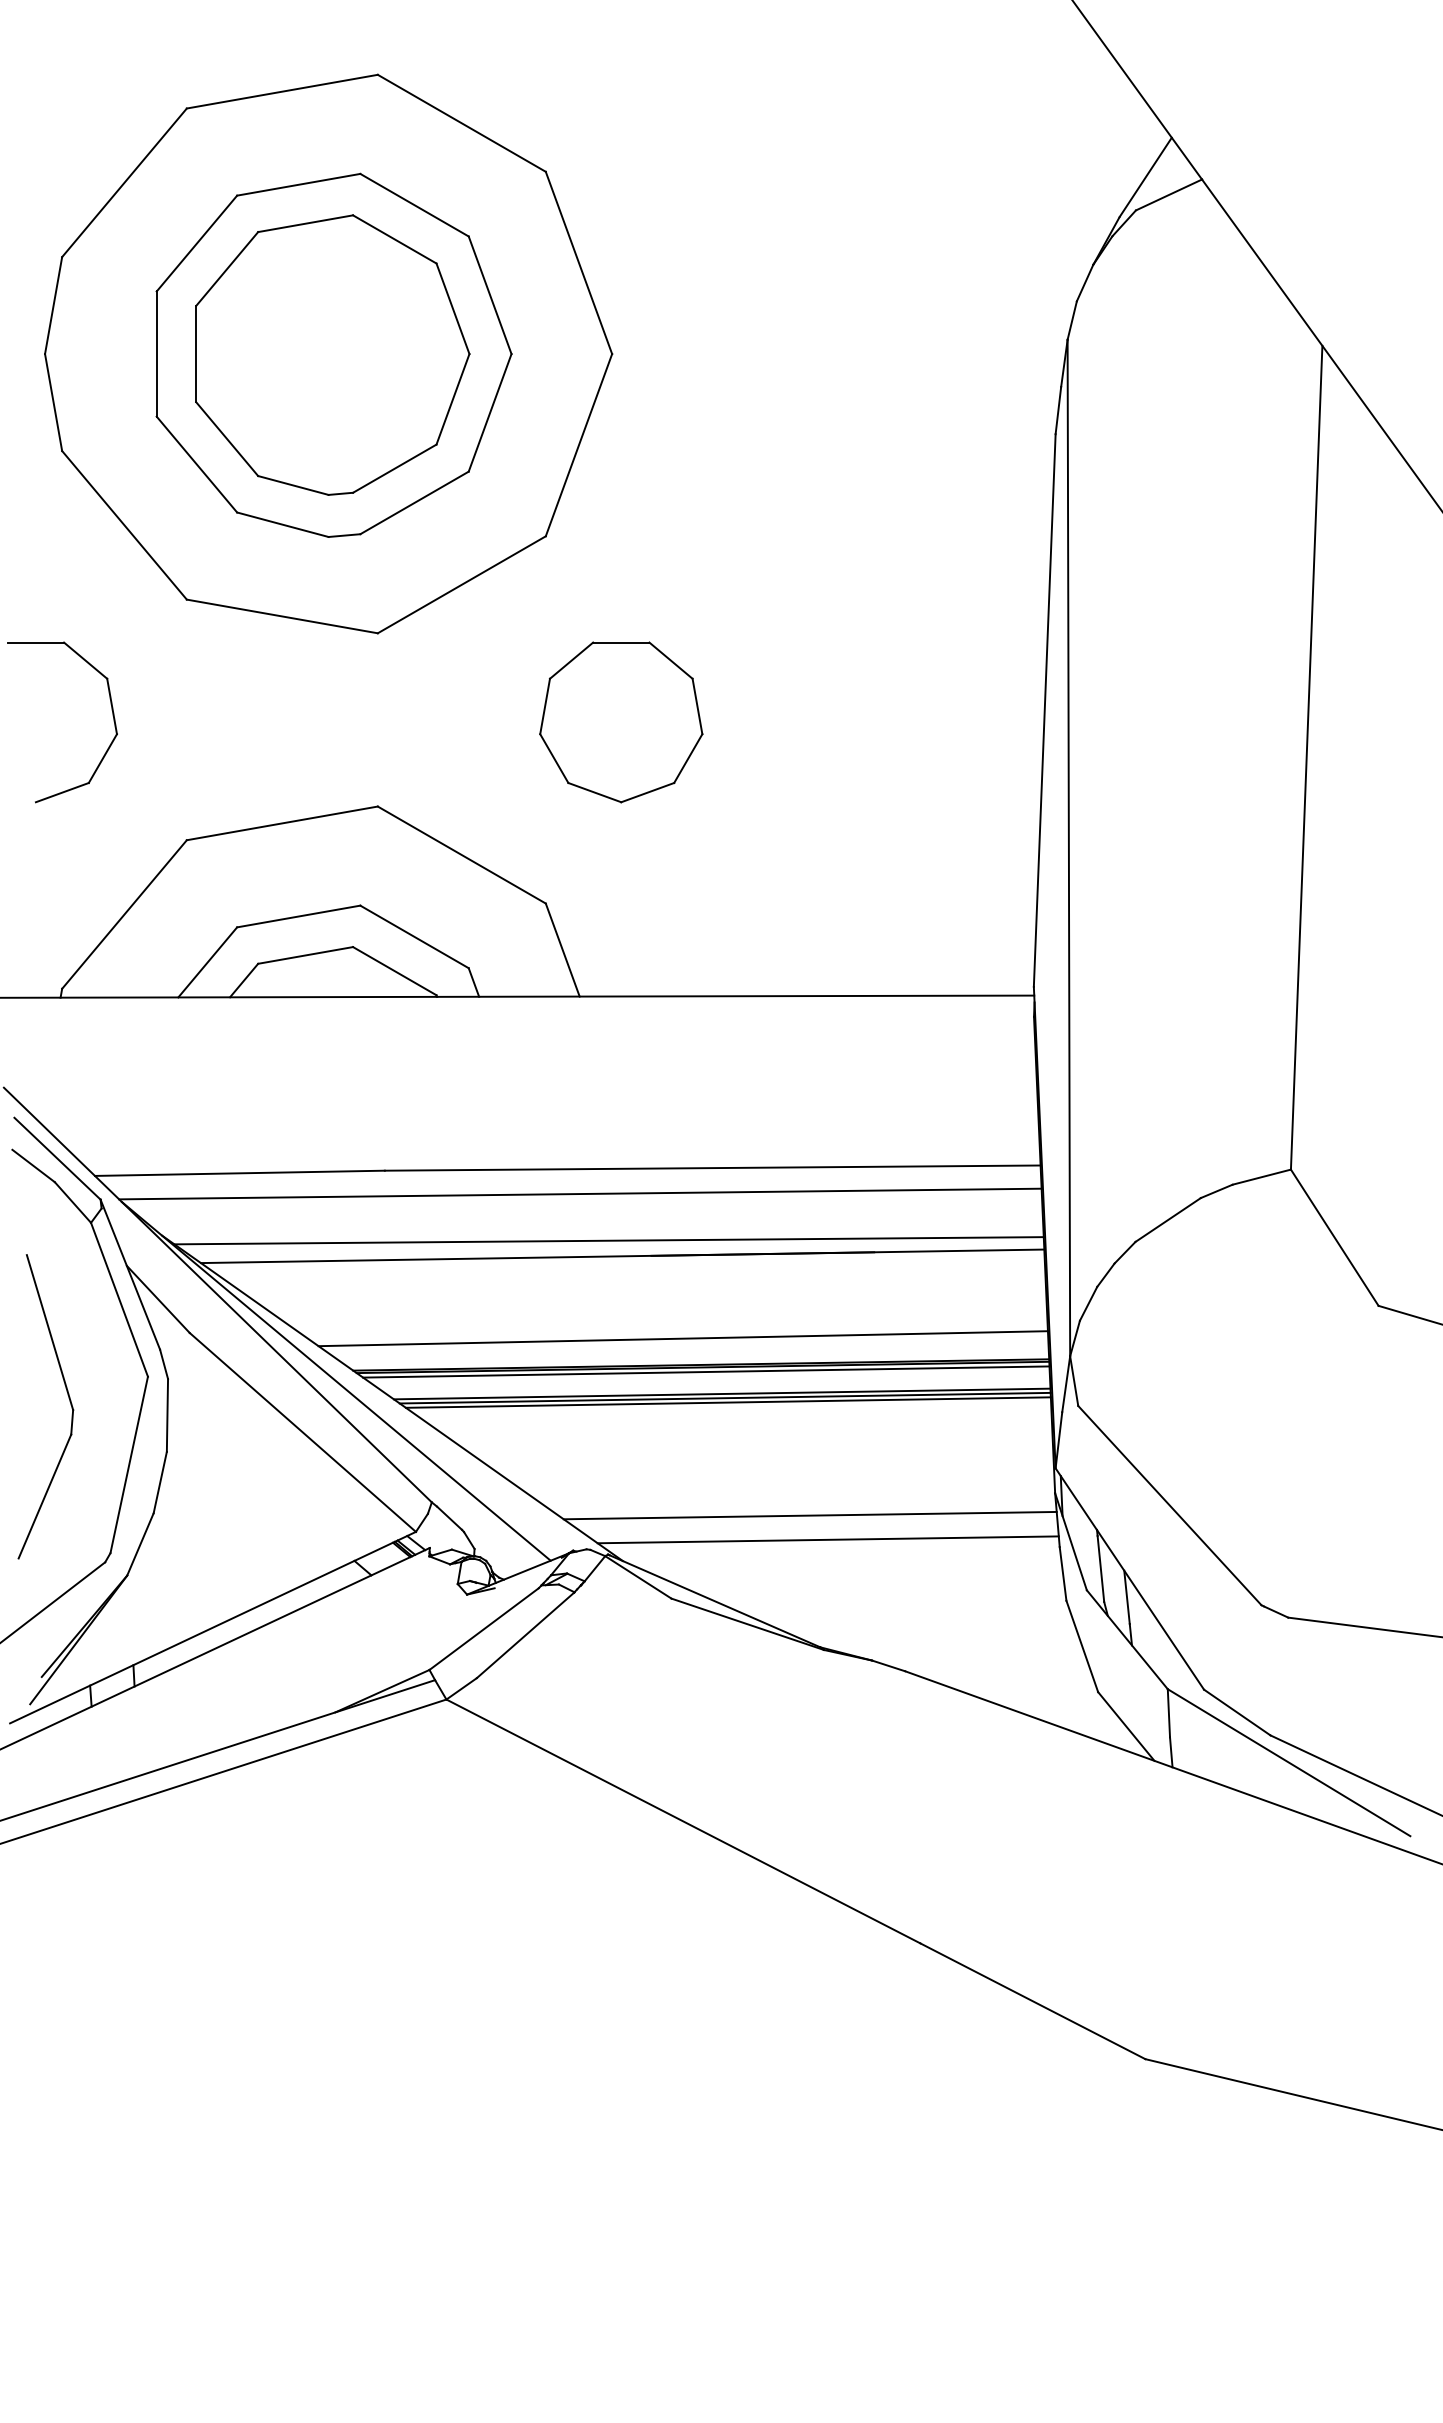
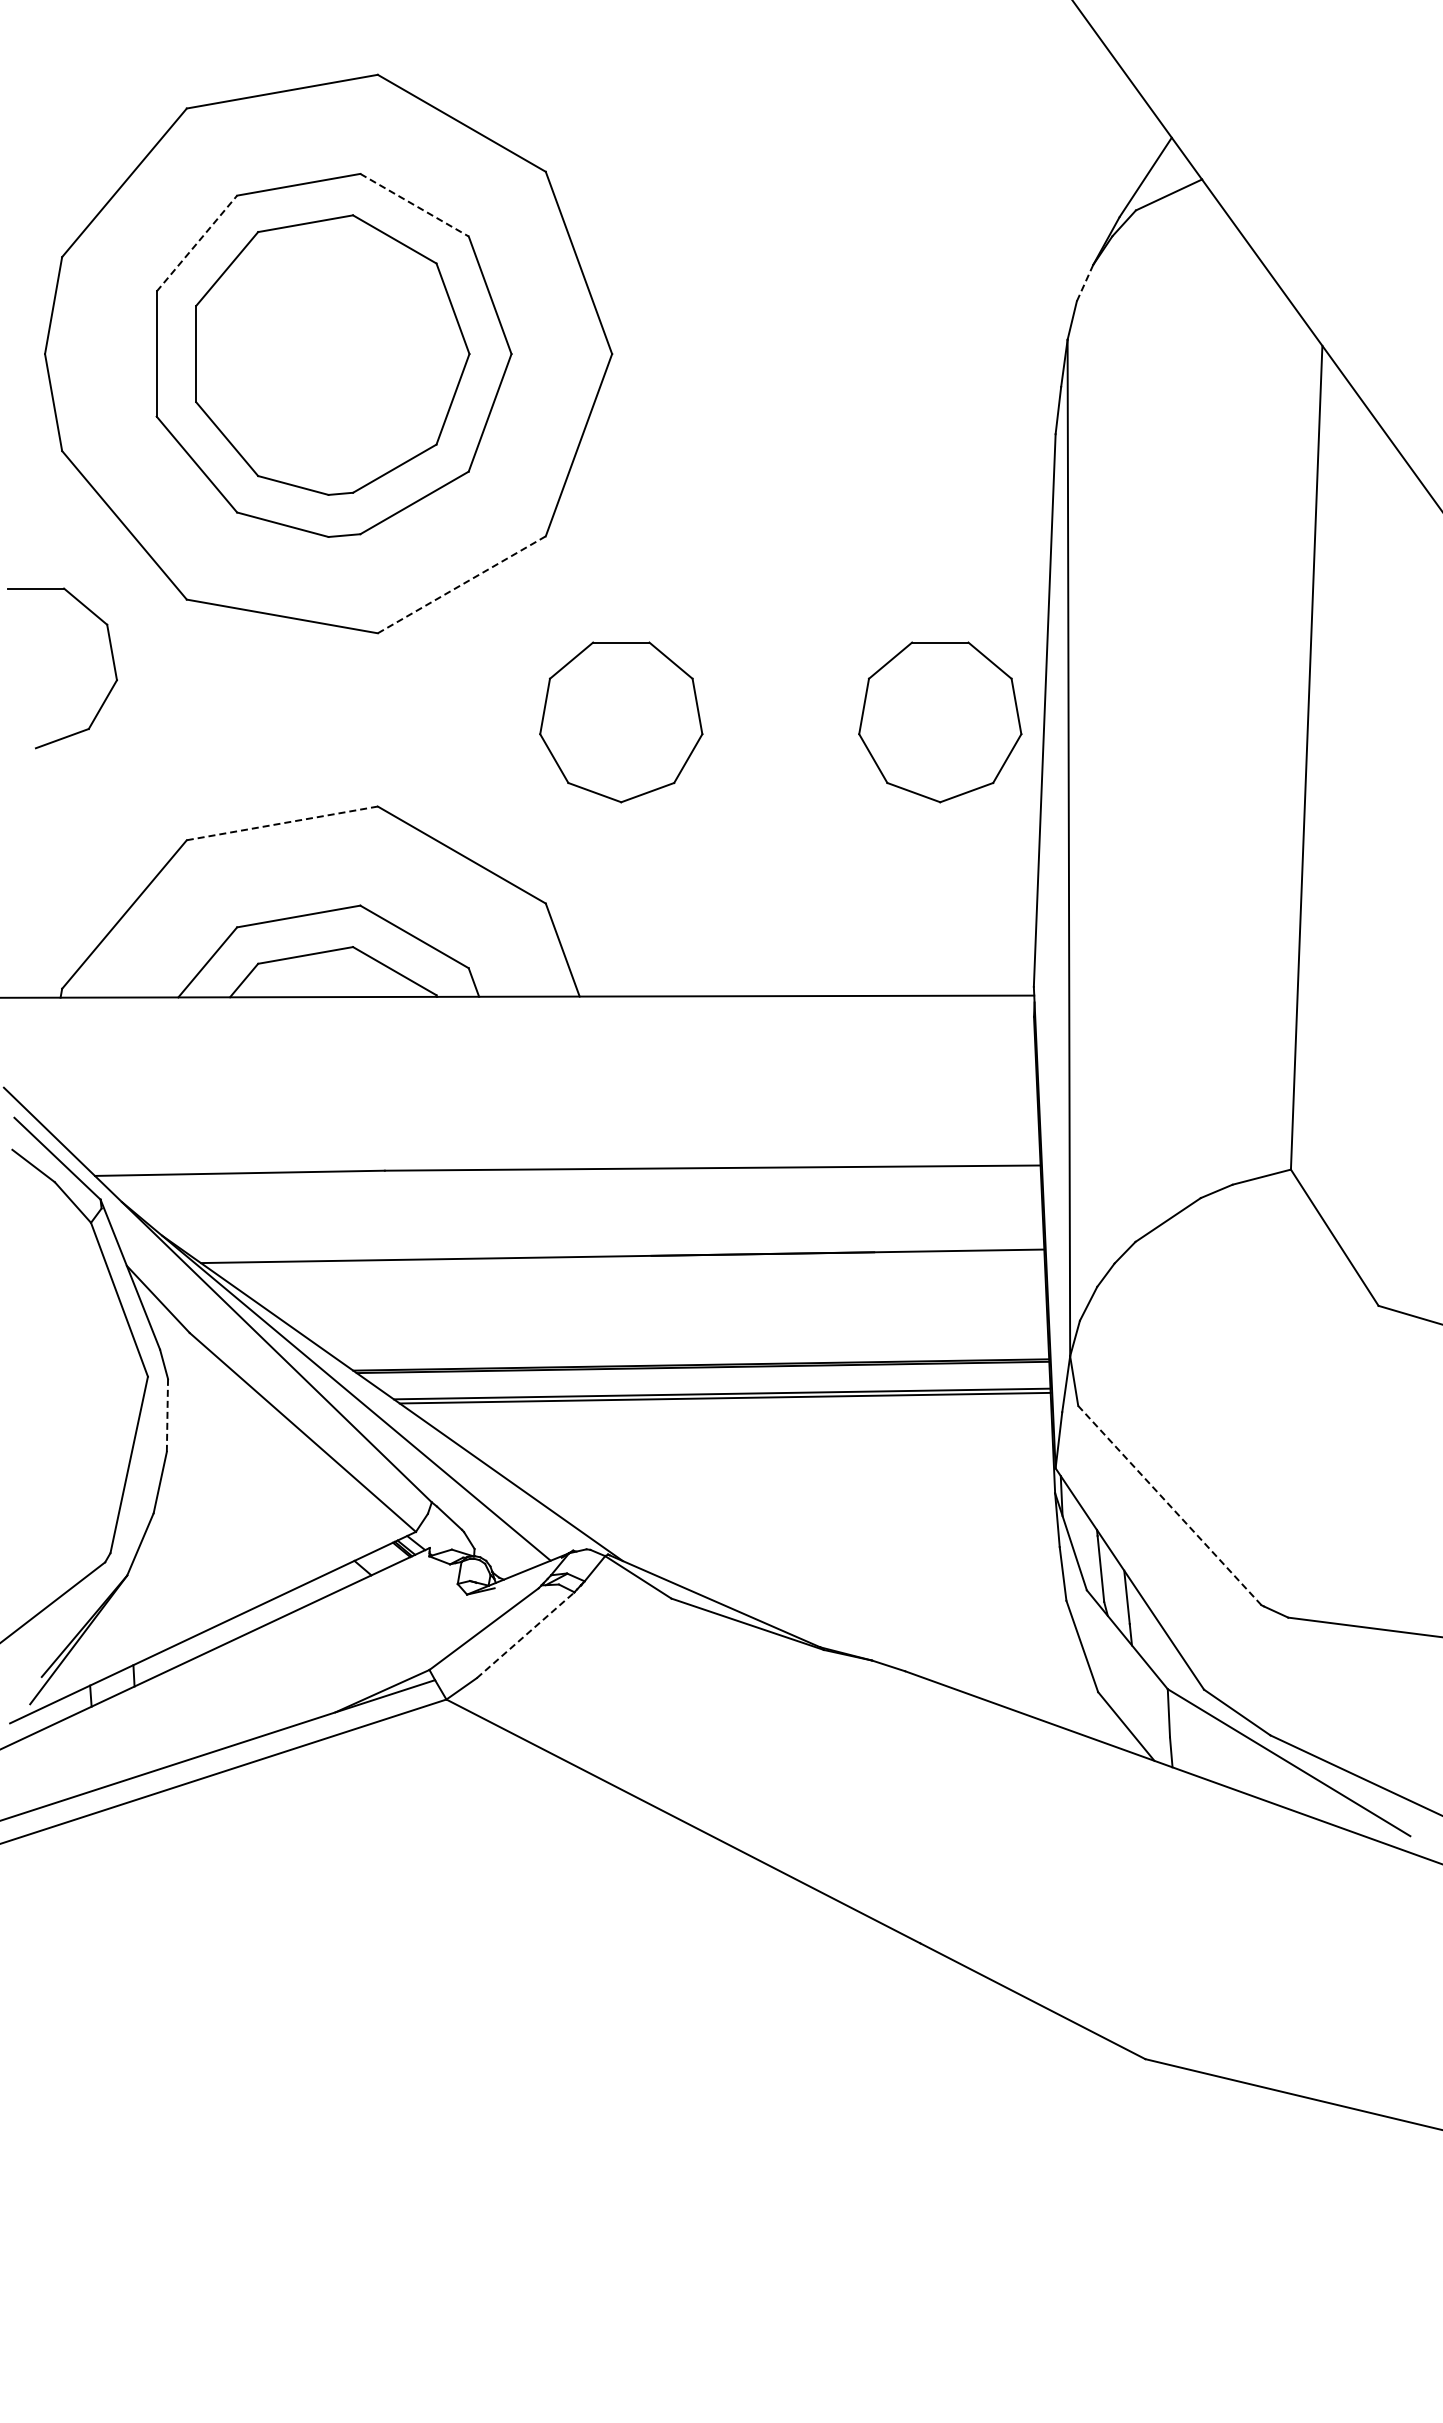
line at (414, 205): solid -> dashed
line at (196, 243): solid -> dashed
line at (1084, 283): solid -> dashed
line at (461, 584): solid -> dashed
part at (111, 710) position: (111, 710) -> (111, 656)
part at (940, 722): none -> present
line at (282, 823): solid -> dashed
line at (580, 1193): present -> none
line at (608, 1240): present -> none
line at (682, 1338): present -> none
line at (706, 1371): present -> none
part at (68, 1398): present -> none
line at (727, 1402): present -> none
line at (167, 1414): solid -> dashed
line at (1169, 1505): solid -> dashed
line at (809, 1515): present -> none
line at (827, 1539): present -> none
line at (525, 1635): solid -> dashed
